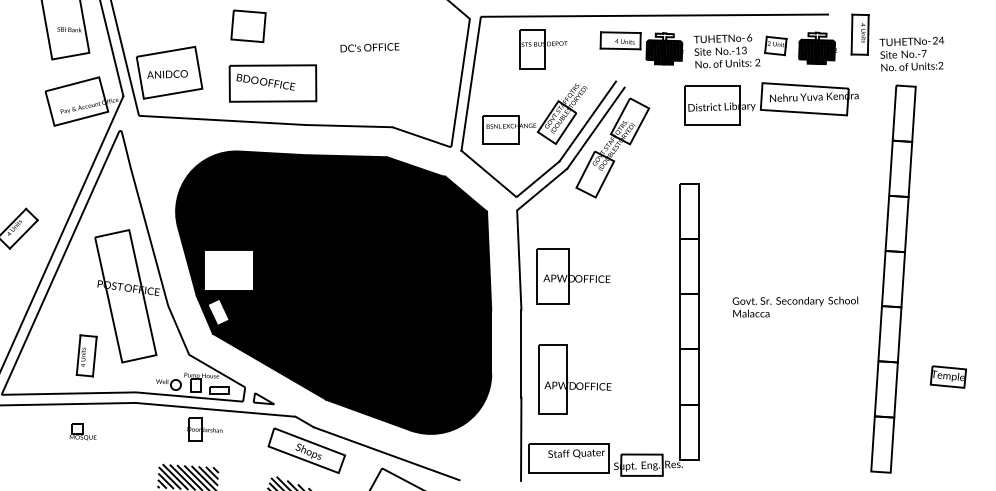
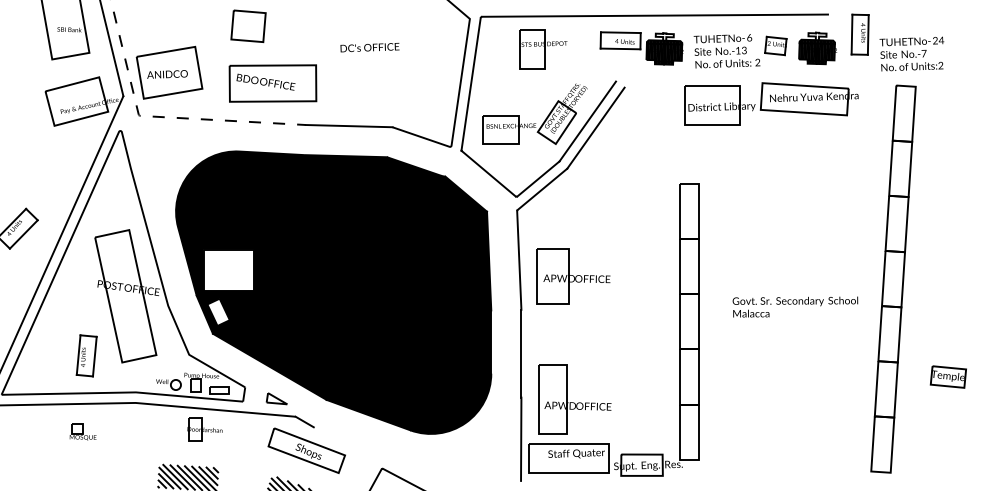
line at (160, 117): solid -> dashed
part at (612, 147): present -> none
part at (574, 379) position: (574, 379) -> (574, 399)
part at (263, 398) position: (263, 398) -> (276, 398)
line at (386, 453): present -> none
